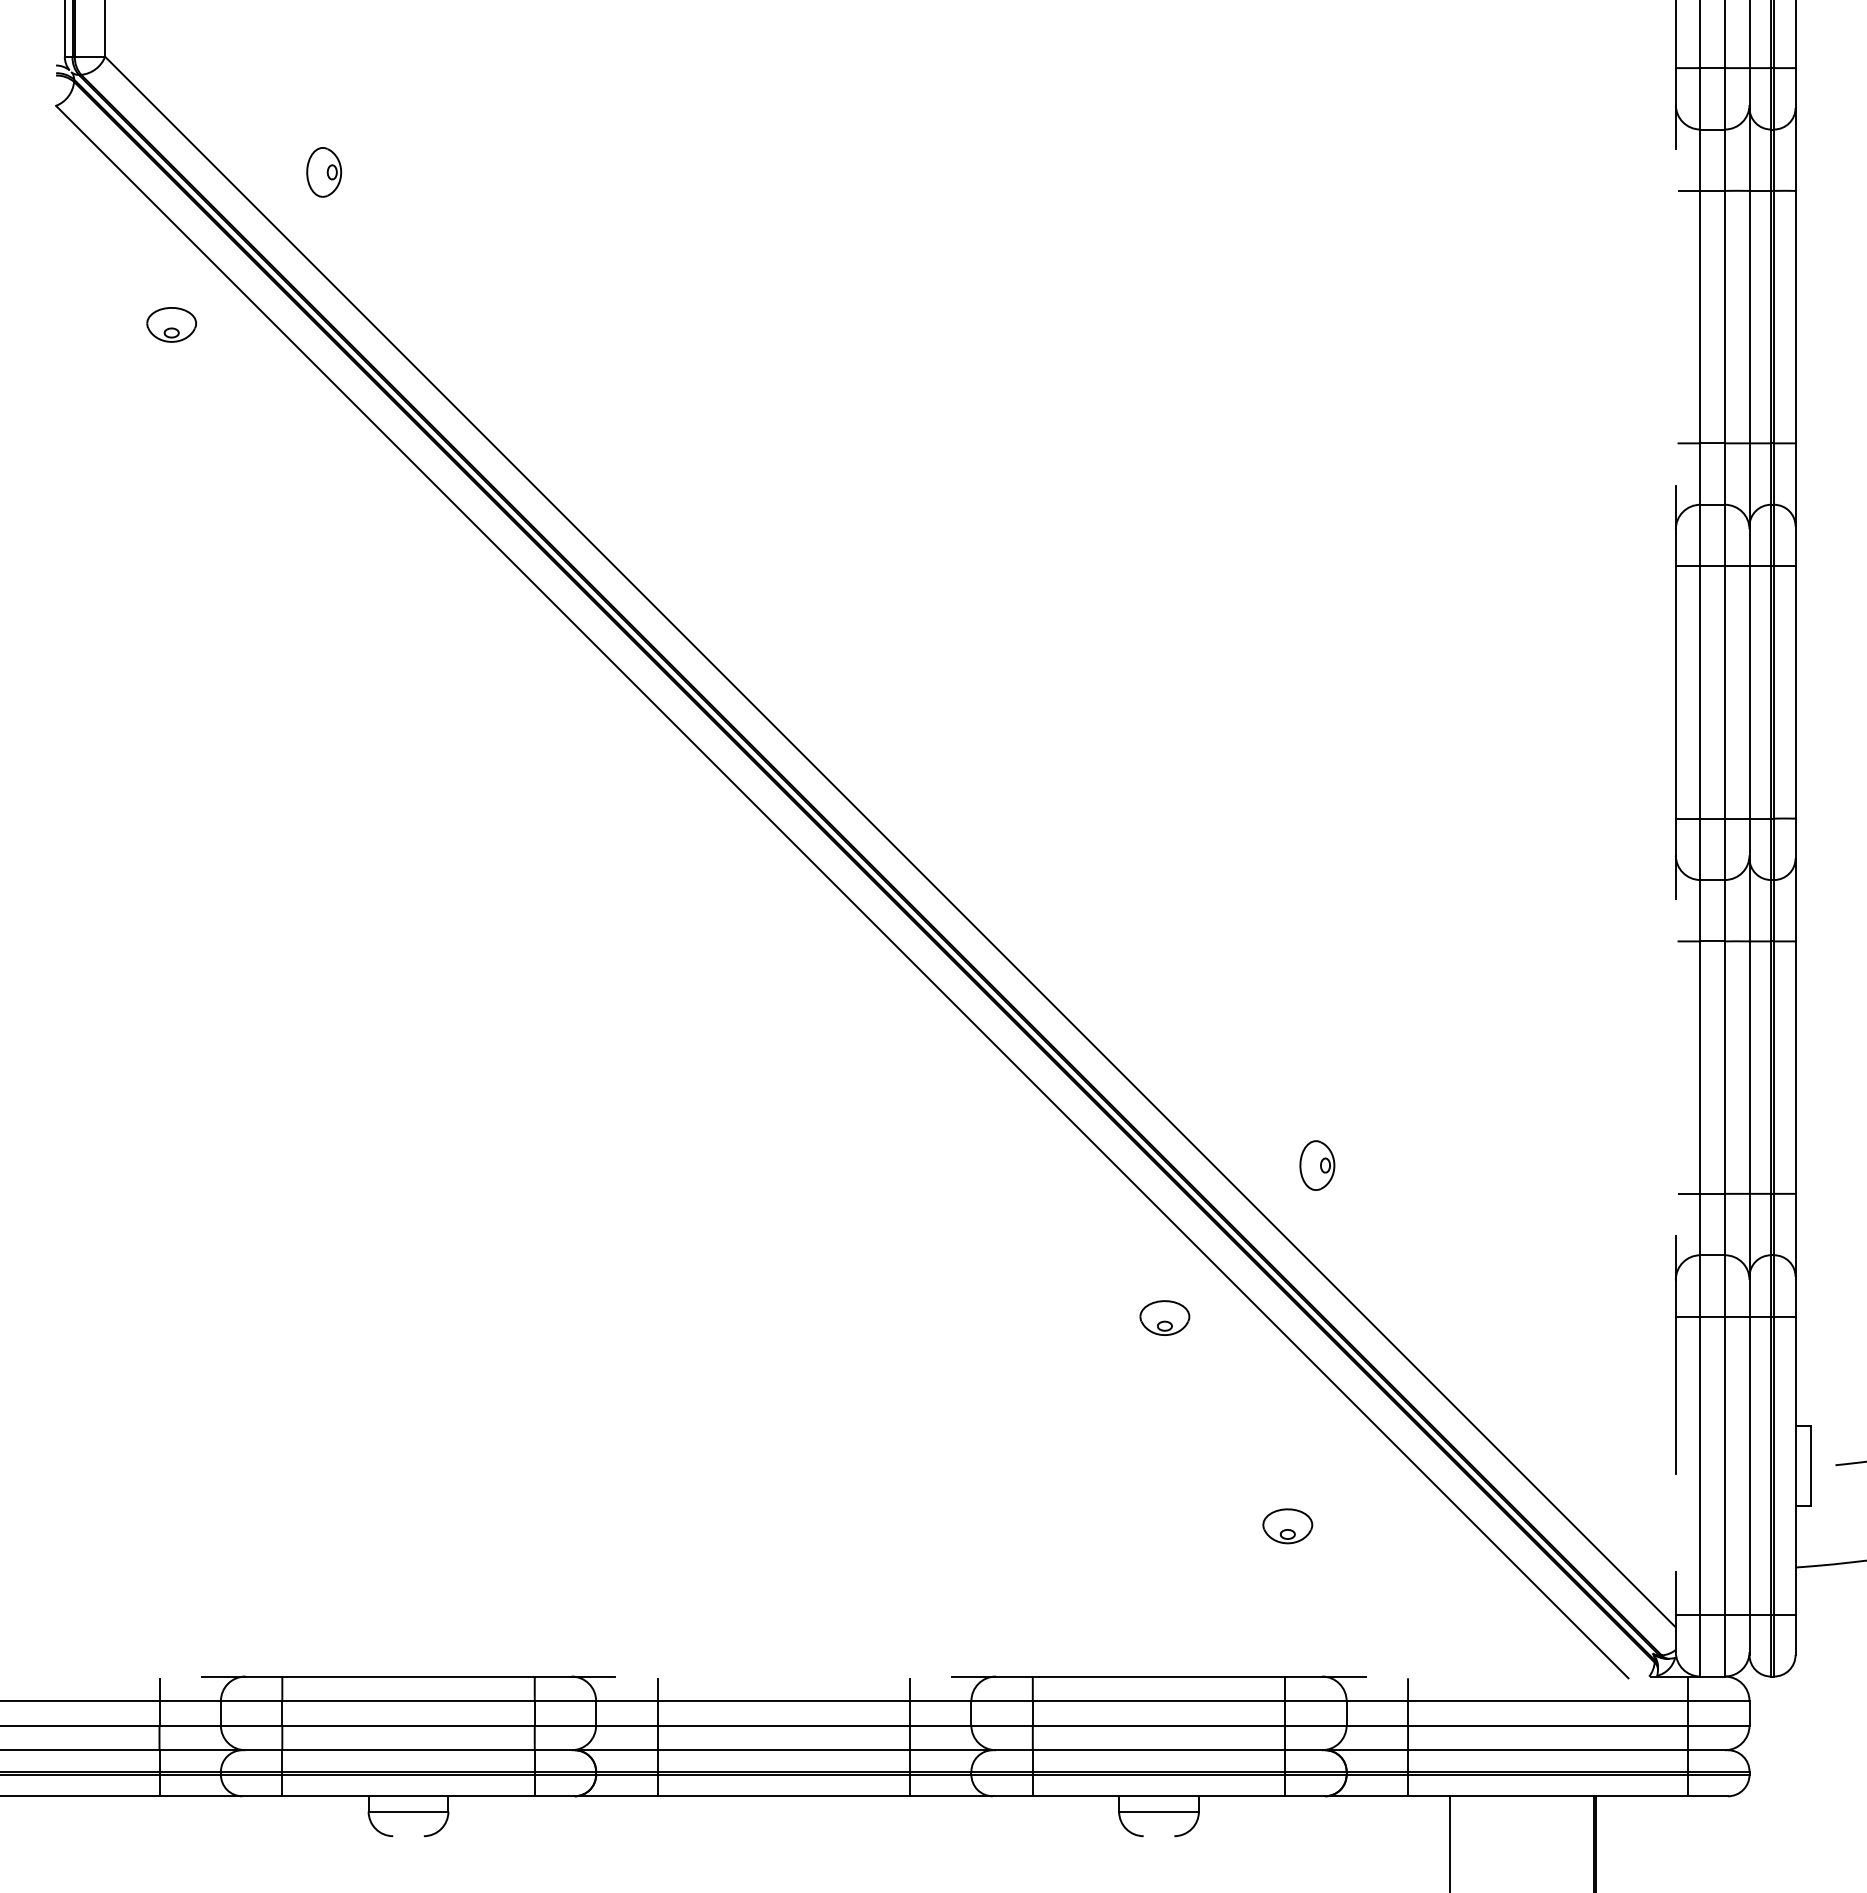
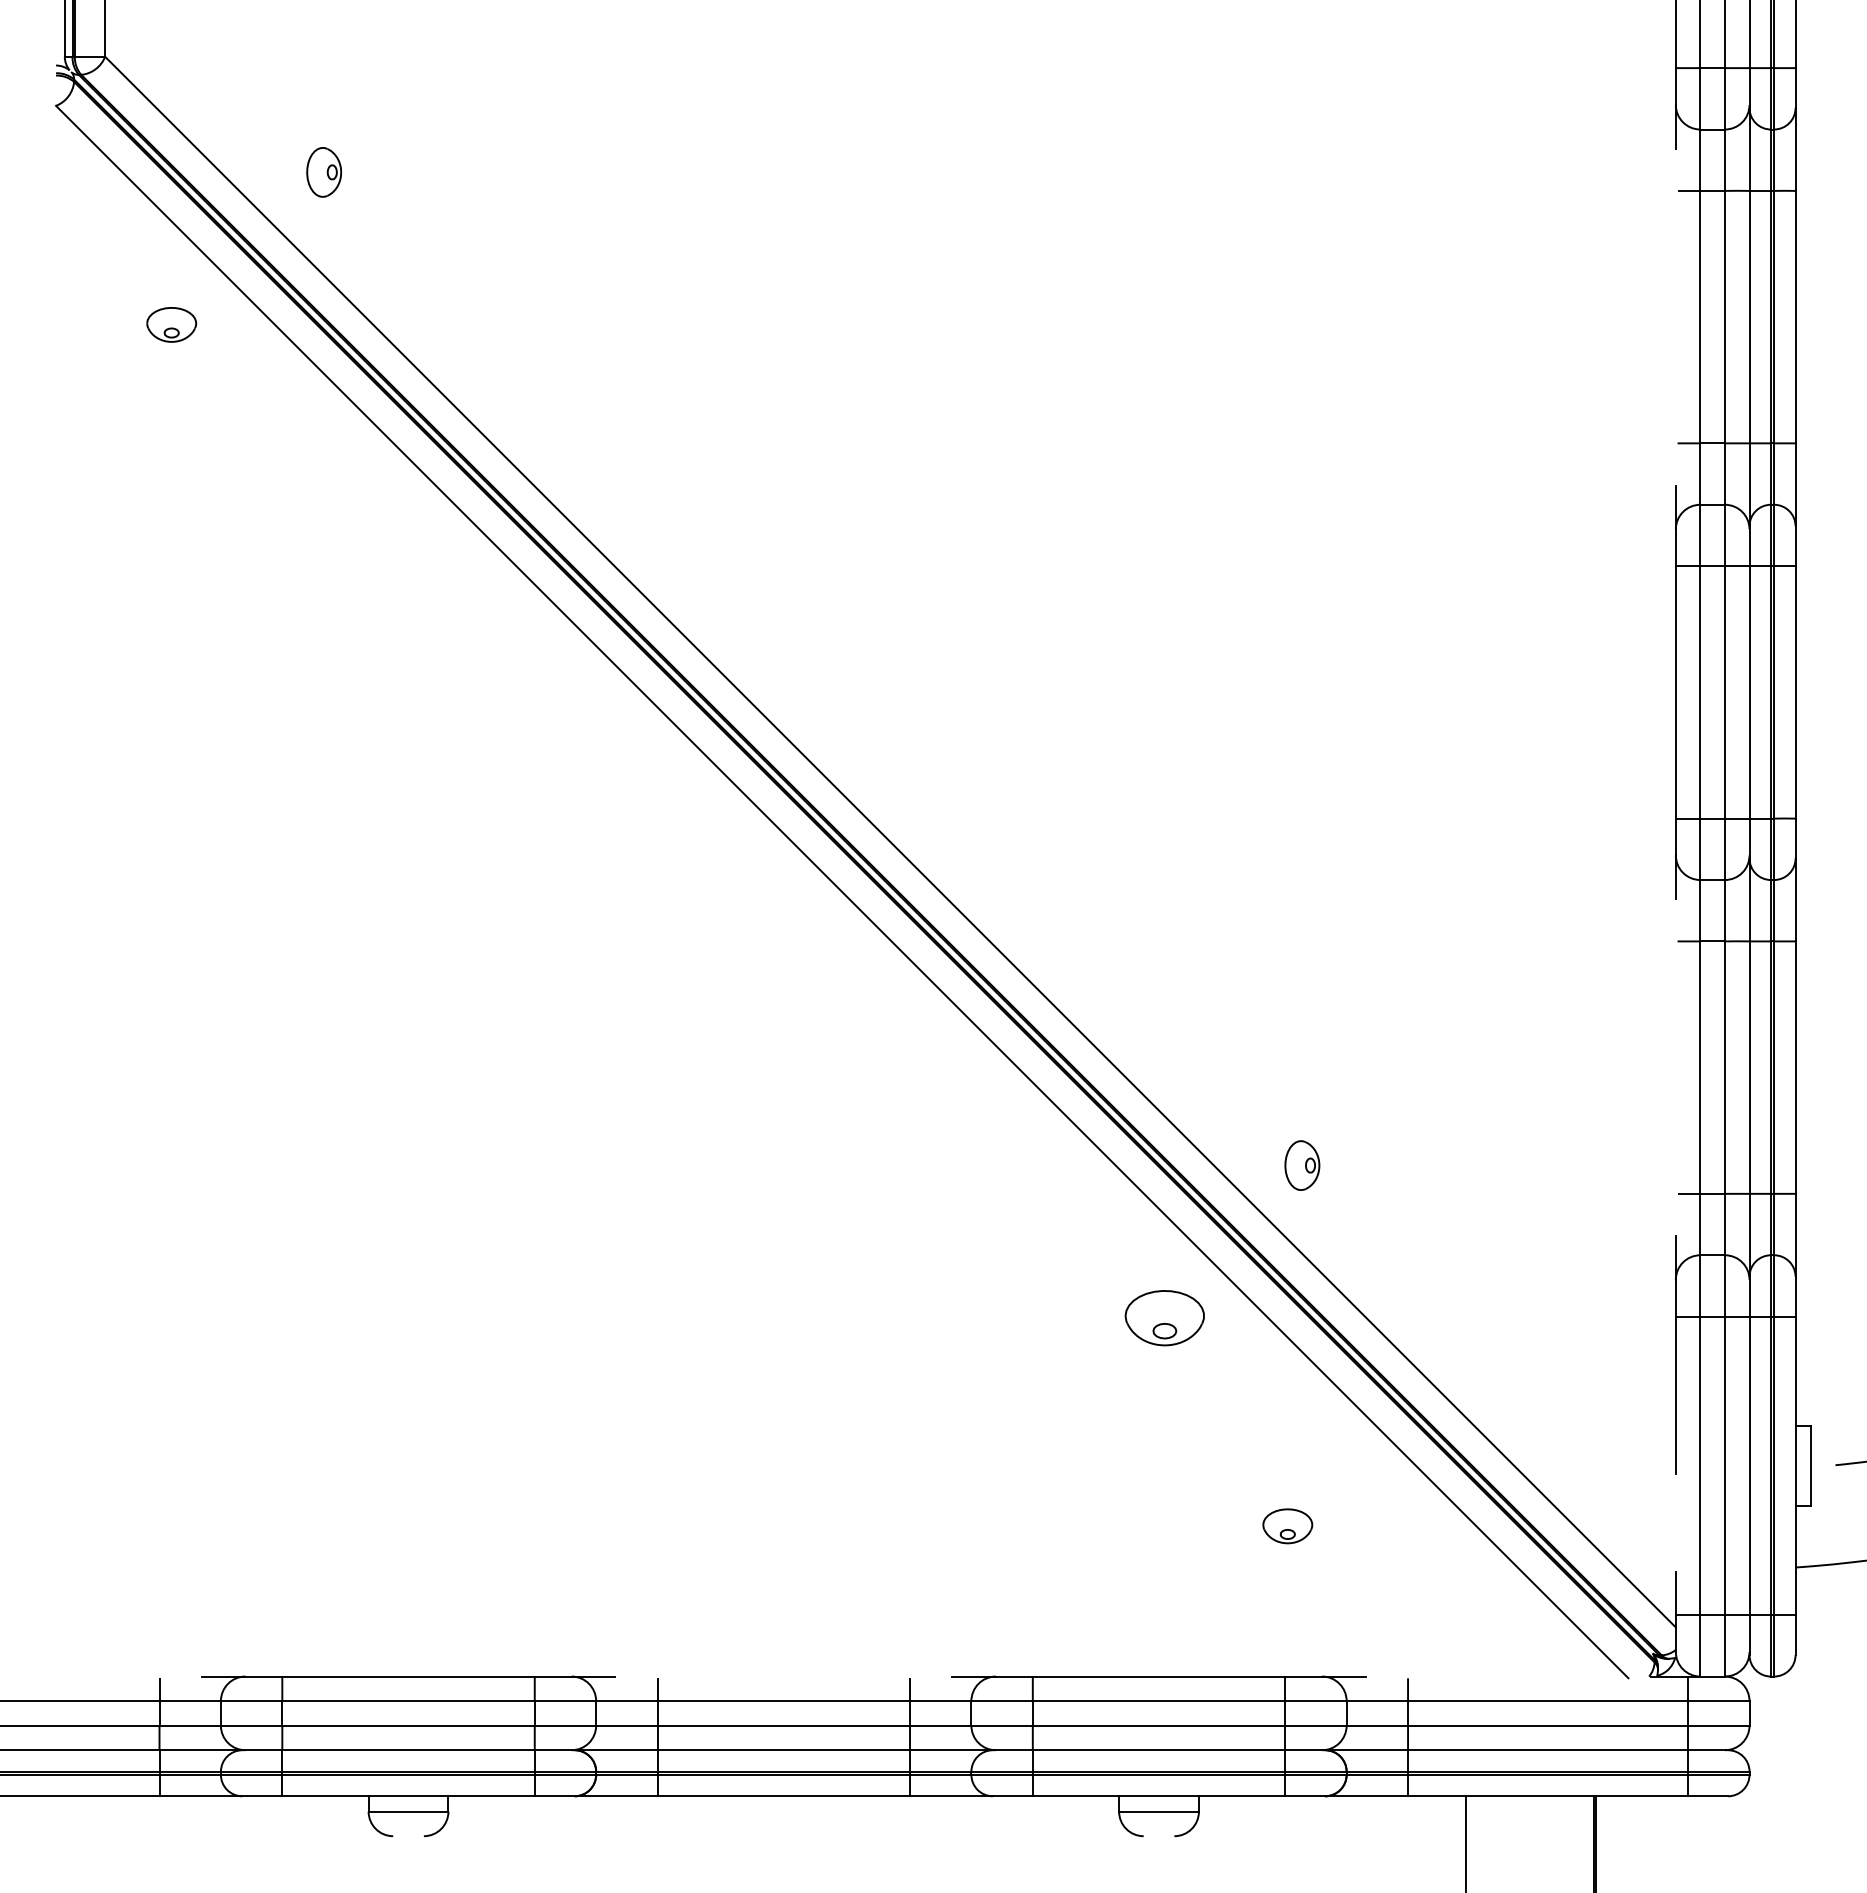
part at (1317, 1165) position: (1317, 1165) -> (1302, 1165)
part at (1164, 1317) size: 52x36 px -> 81x57 px
line at (1450, 1842) position: (1450, 1842) -> (1466, 1842)
